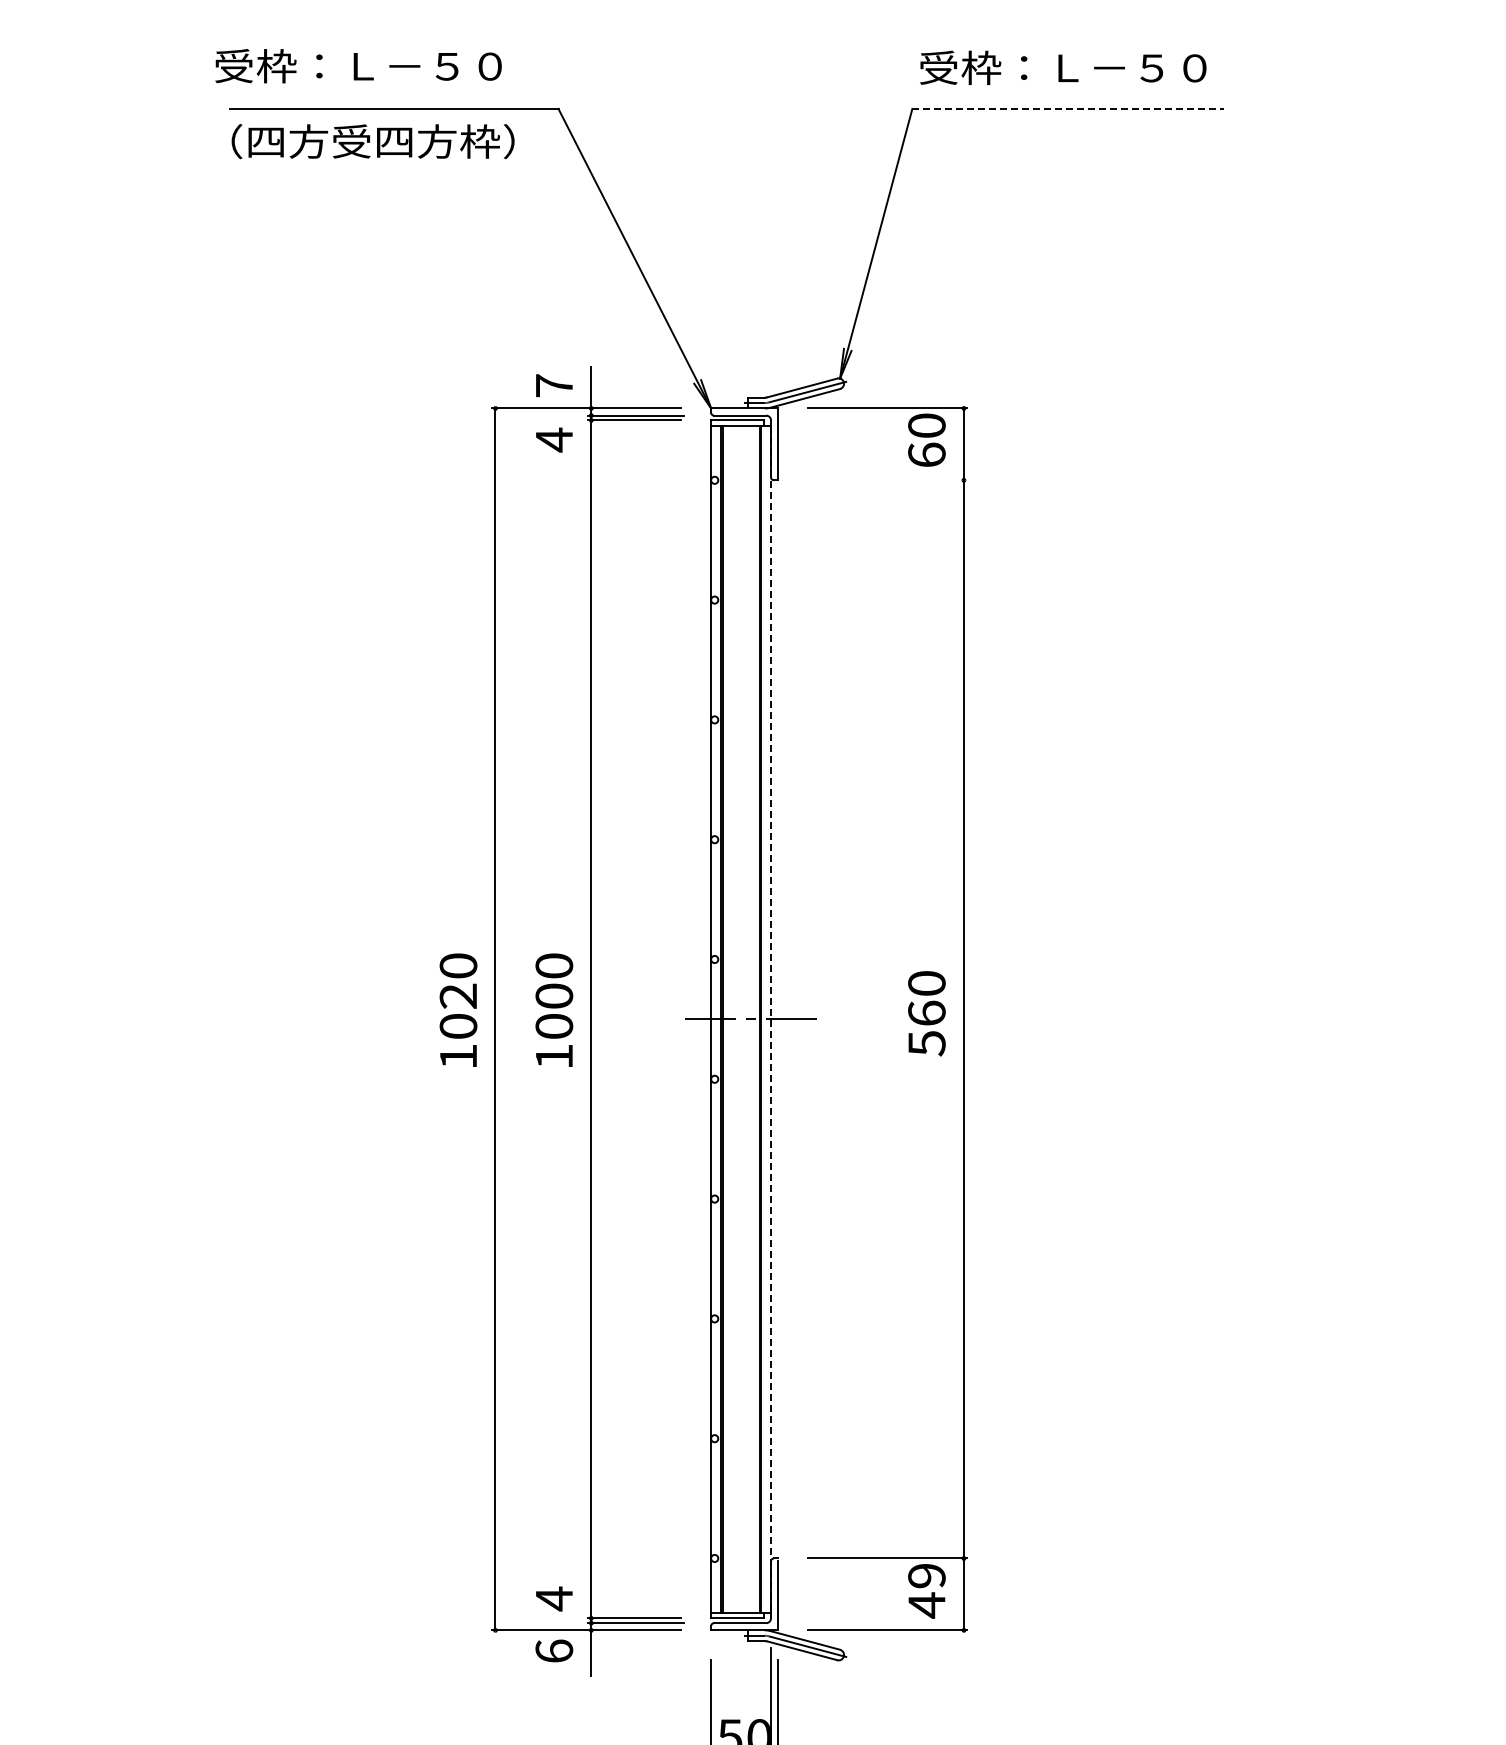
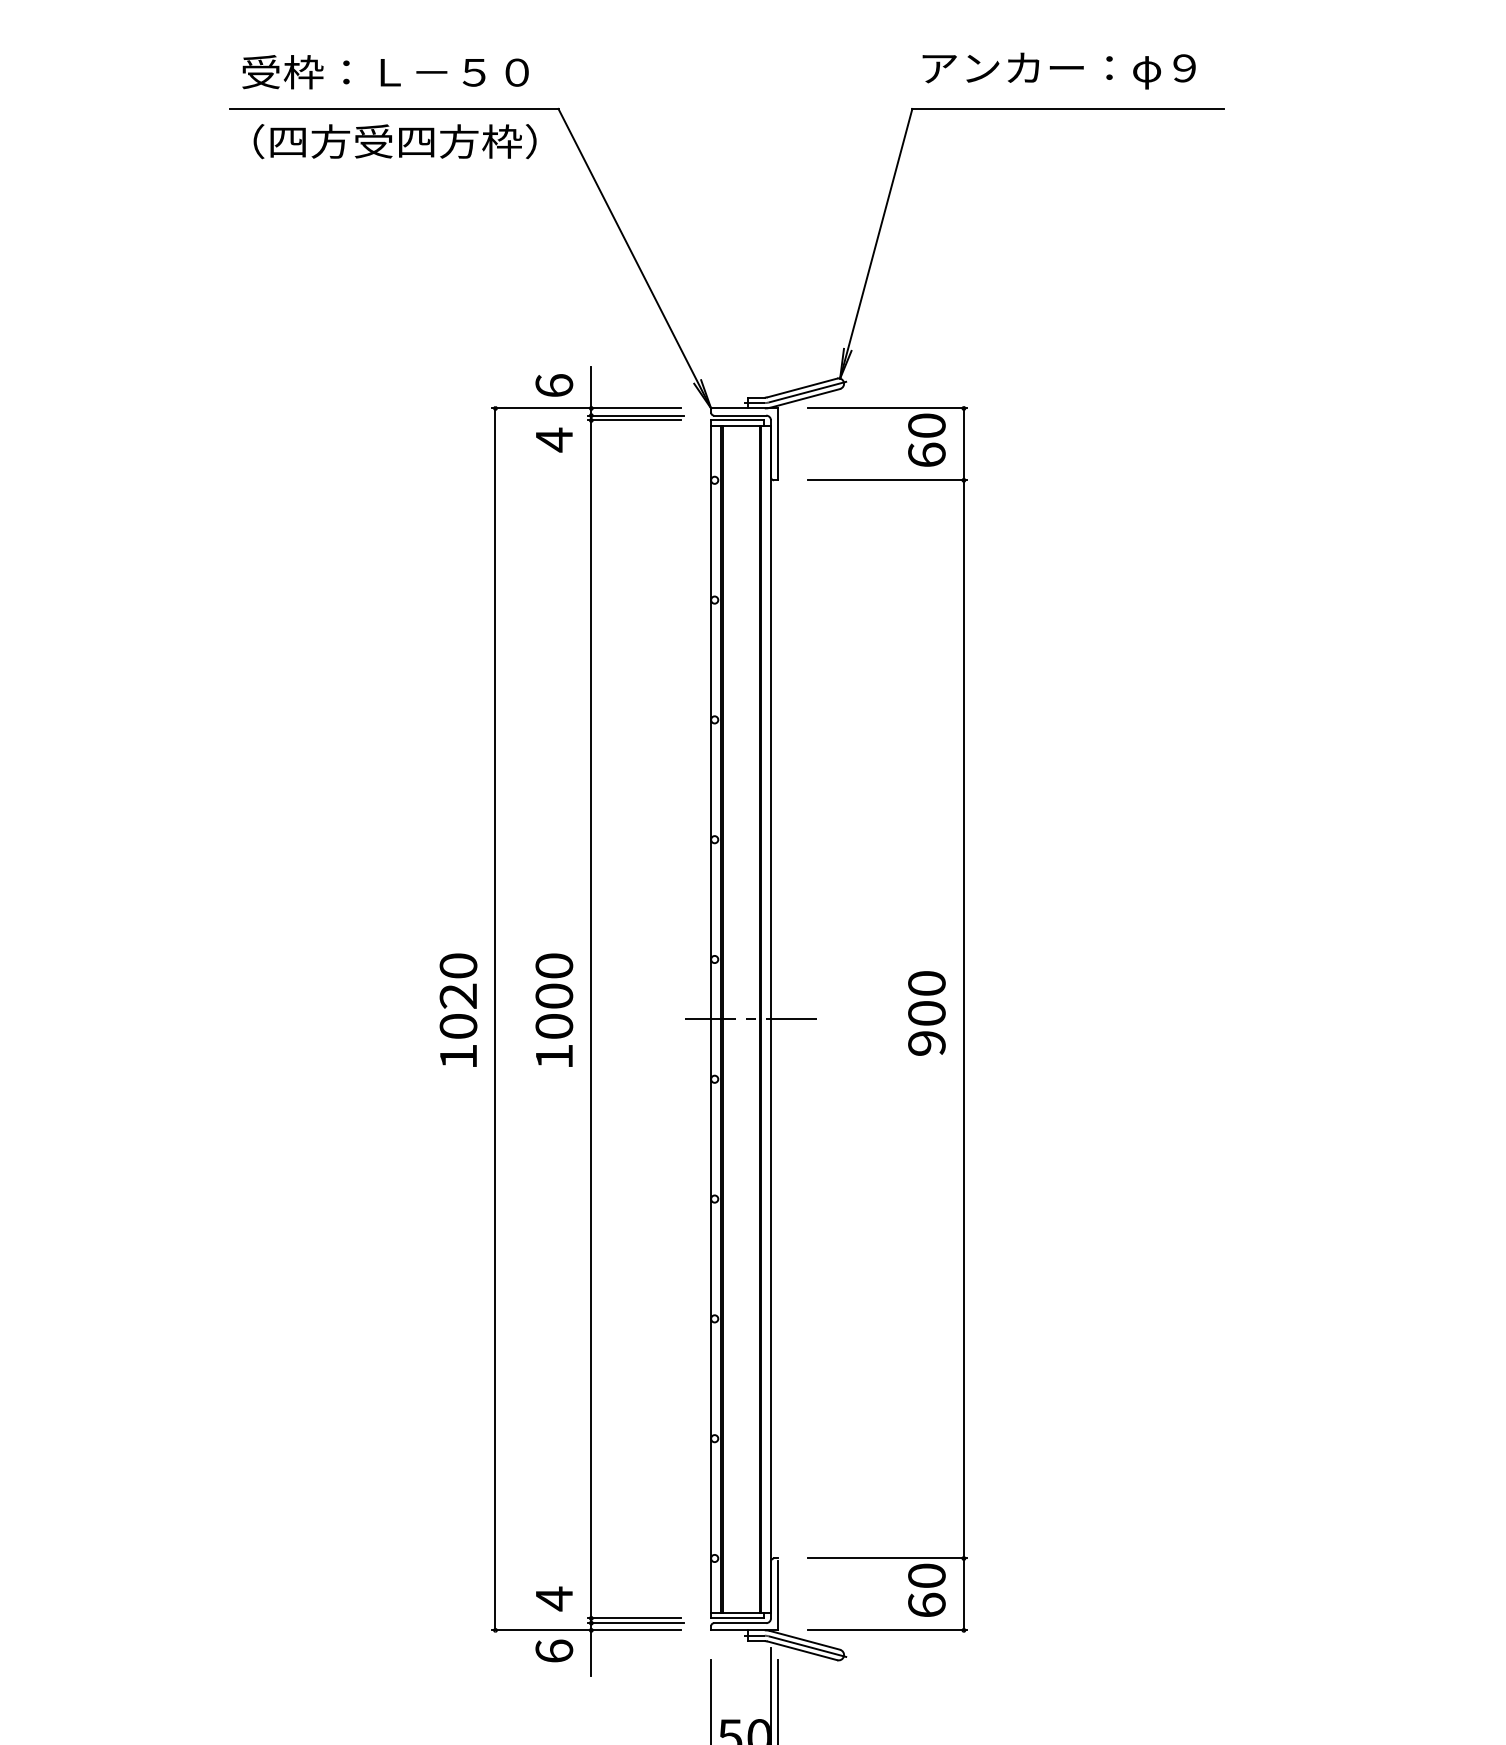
text at (358, 66) position: (358, 66) -> (385, 72)
text at (1063, 69): 受枠：Ｌ－５０ -> アンカー：φ９
line at (1067, 108): dashed -> solid
text at (372, 141) position: (372, 141) -> (394, 141)
text at (554, 385): 7 -> 6
line at (887, 480): none -> present
line at (771, 1019): dashed -> solid
text at (926, 1028): 560 -> 900
text at (926, 1590): 49 -> 60
